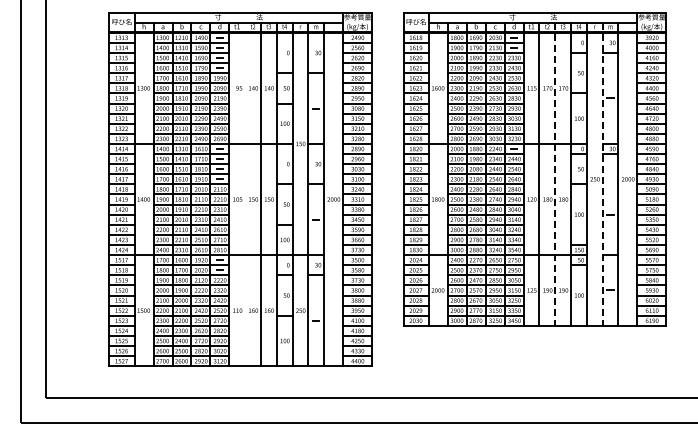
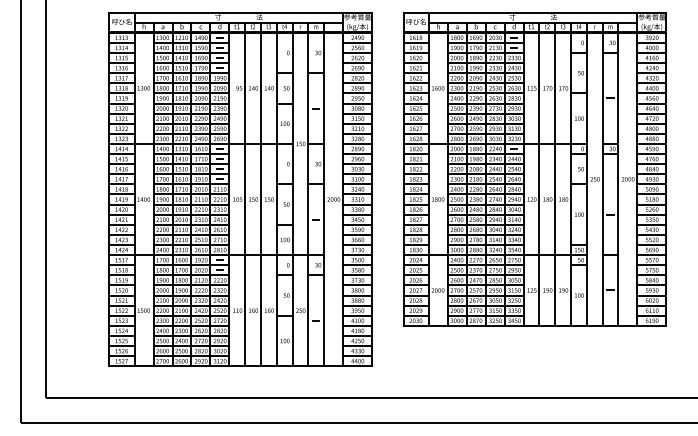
line at (555, 174): dashed -> solid
line at (602, 174): dashed -> solid
line at (245, 194): none -> present
